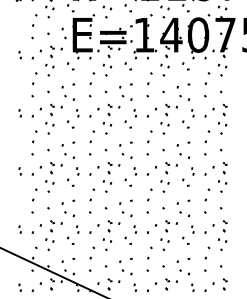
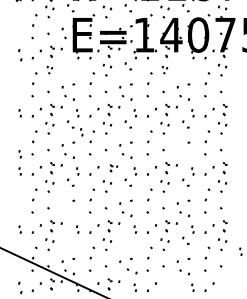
part at (19, 54) size: 4x10 px -> 5x13 px
part at (70, 66): present -> none
part at (185, 66): present -> none
part at (49, 69) size: 10x14 px -> 8x10 px
part at (164, 69) size: 10x14 px -> 8x10 px
part at (81, 132): none -> present
part at (182, 151): present -> none
part at (19, 154): none -> present
part at (113, 168) size: 14x13 px -> 10x9 px
part at (67, 209): present -> none
part at (70, 240): present -> none
part at (127, 240): present -> none
part at (240, 251): none -> present
part at (126, 272) position: (126, 272) -> (131, 271)
part at (171, 284): present -> none
part at (224, 284): present -> none
part at (19, 287) size: 4x9 px -> 5x14 px
